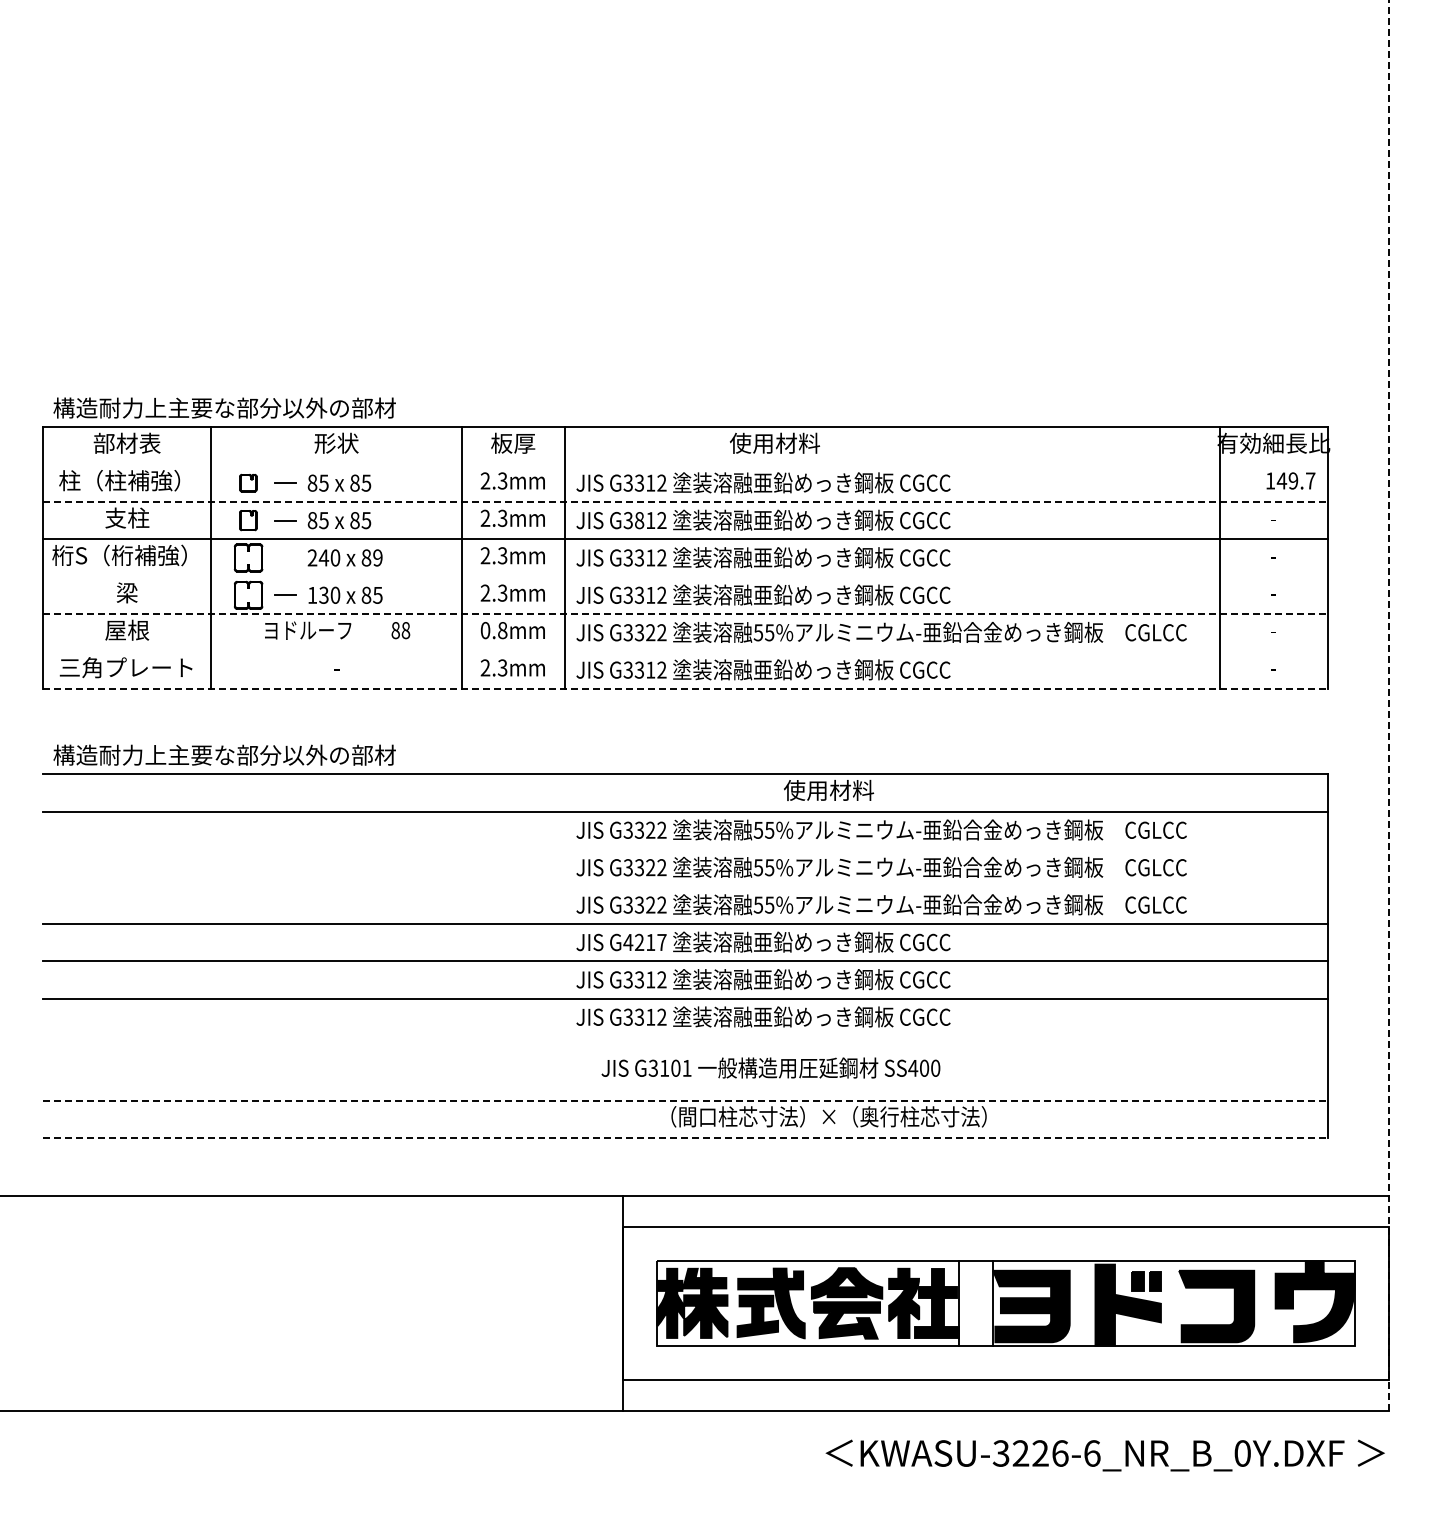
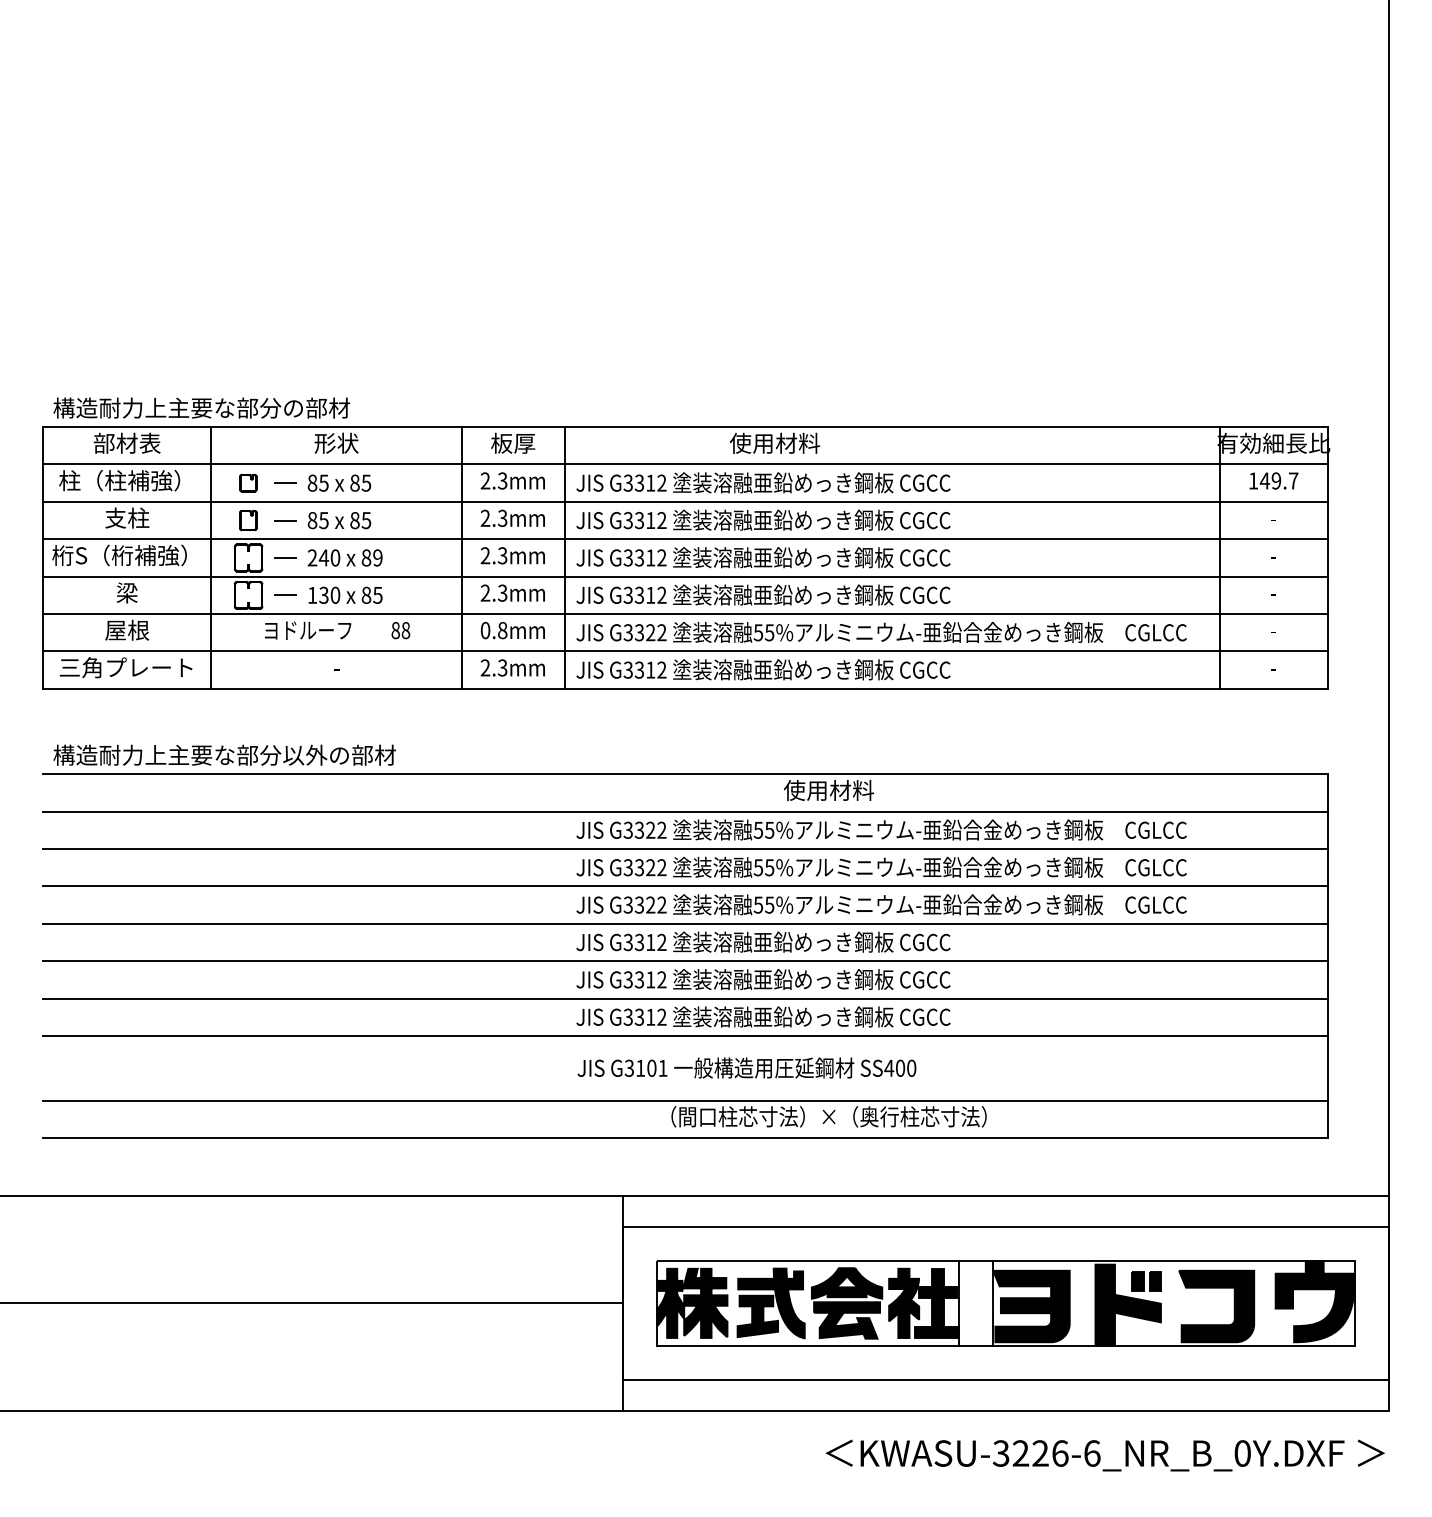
text at (339, 407): 構造耐力上主要な部分以外の部材 -> 構造耐力上主要な部分の部材
line at (685, 464): none -> present
text at (1290, 480) position: (1290, 480) -> (1273, 480)
line at (685, 501): dashed -> solid
text at (639, 520): G3812 -> G3312
line at (285, 557): none -> present
line at (685, 576): none -> present
line at (685, 614): dashed -> solid
line at (685, 651): none -> present
line at (685, 688): dashed -> solid
line at (1388, 705): dashed -> solid
line at (685, 849): none -> present
line at (685, 886): none -> present
text at (644, 942): G4217 -> G3312
line at (685, 1036): none -> present
text at (770, 1067) position: (770, 1067) -> (746, 1067)
line at (685, 1100): dashed -> solid
line at (685, 1138): dashed -> solid
line at (312, 1303): none -> present
